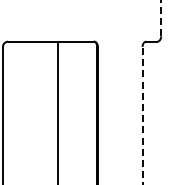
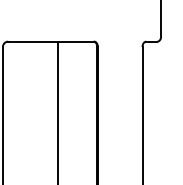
line at (161, 18): dashed -> solid
line at (142, 115): dashed -> solid
